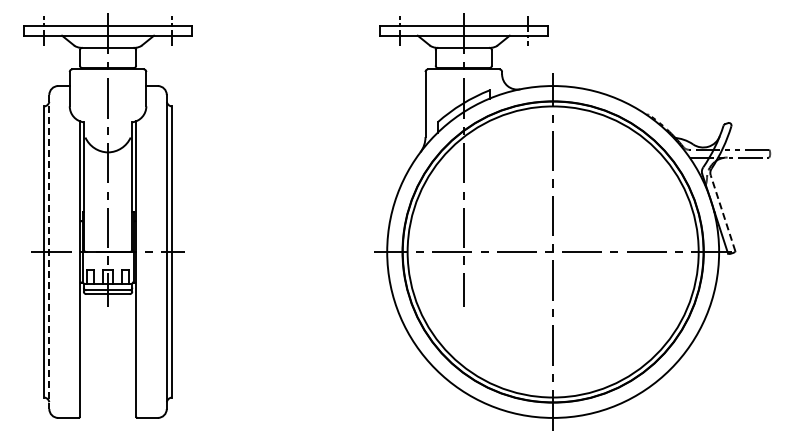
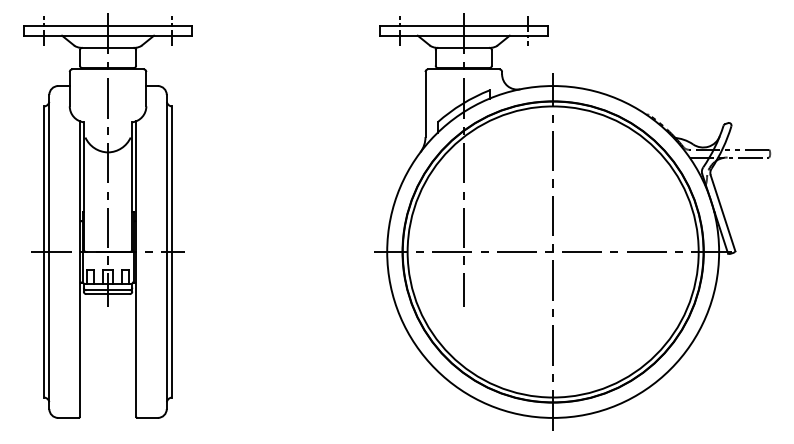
line at (723, 213): dashed -> solid
line at (49, 252): dashed -> solid
